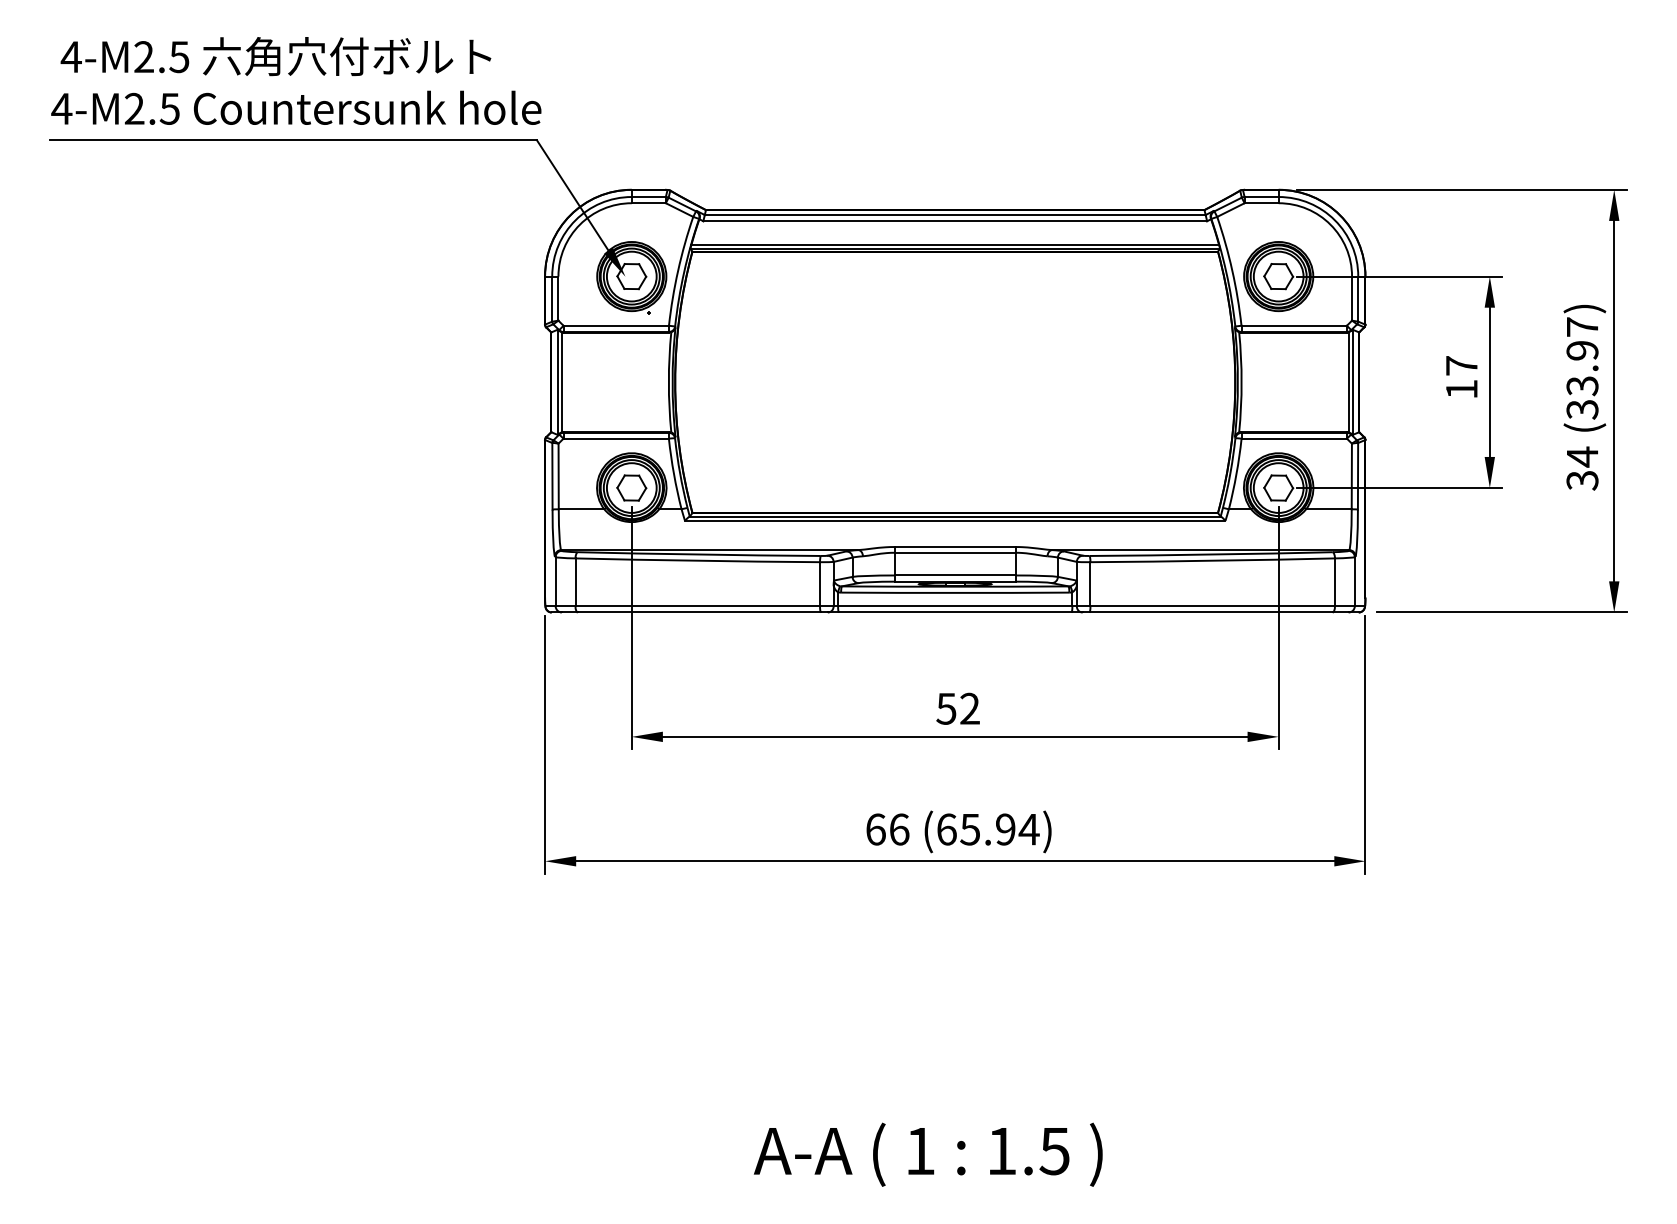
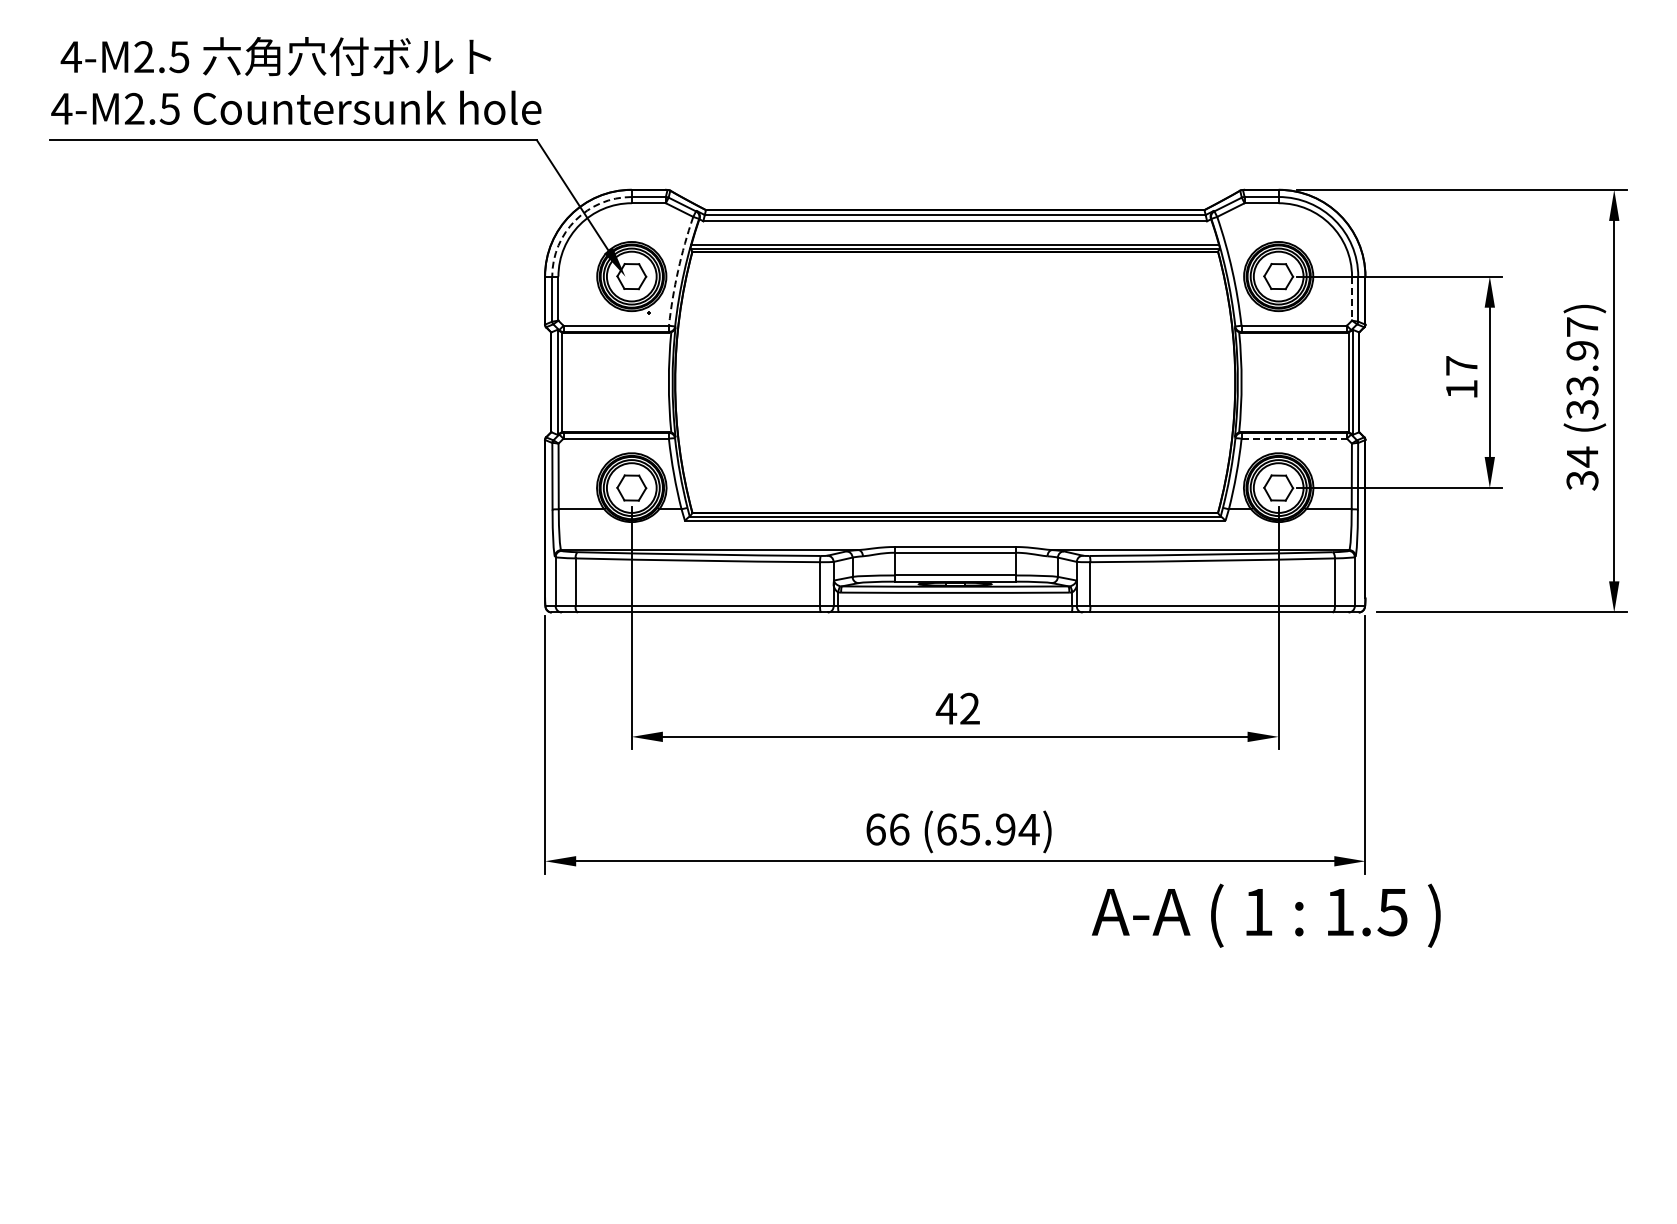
arc at (575, 220): solid -> dashed
arc at (678, 270): solid -> dashed
line at (1352, 299): solid -> dashed
line at (1294, 438): solid -> dashed
text at (946, 708): 52 -> 42
text at (928, 1154) position: (928, 1154) -> (1266, 915)
